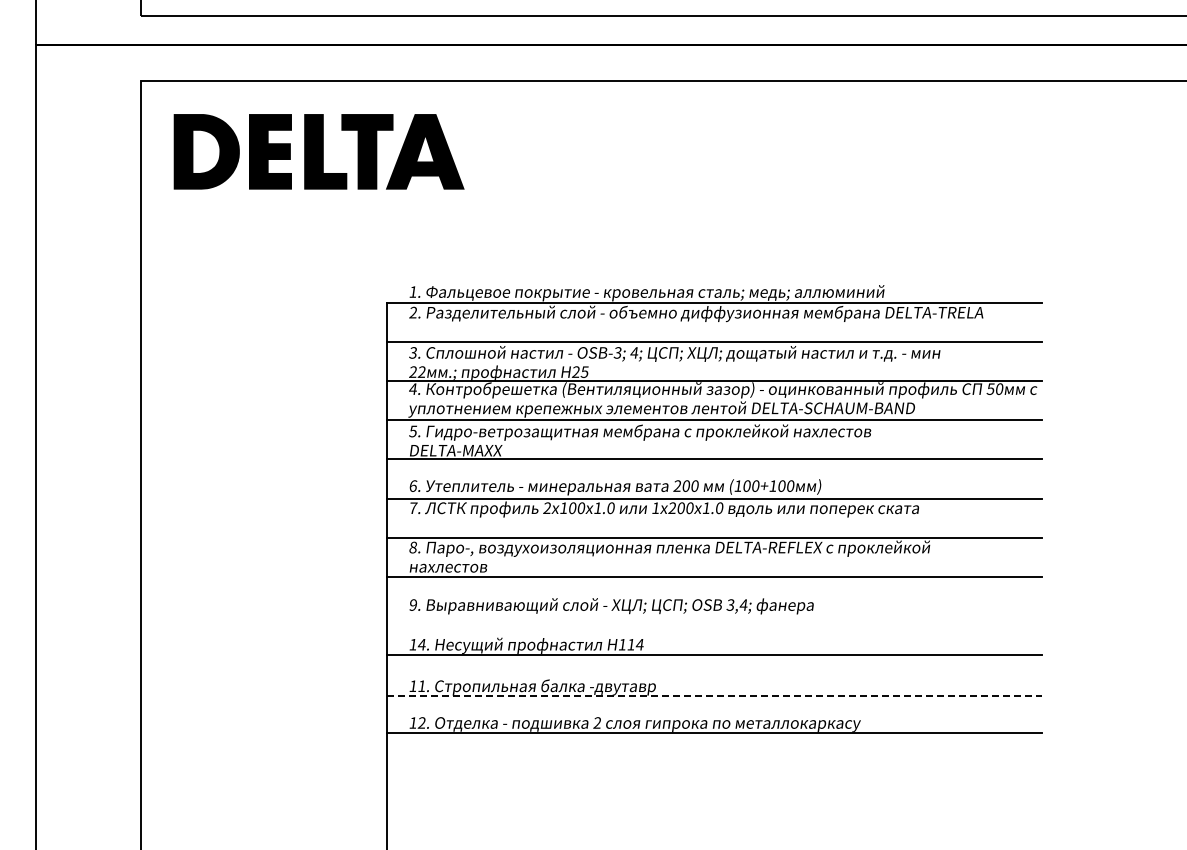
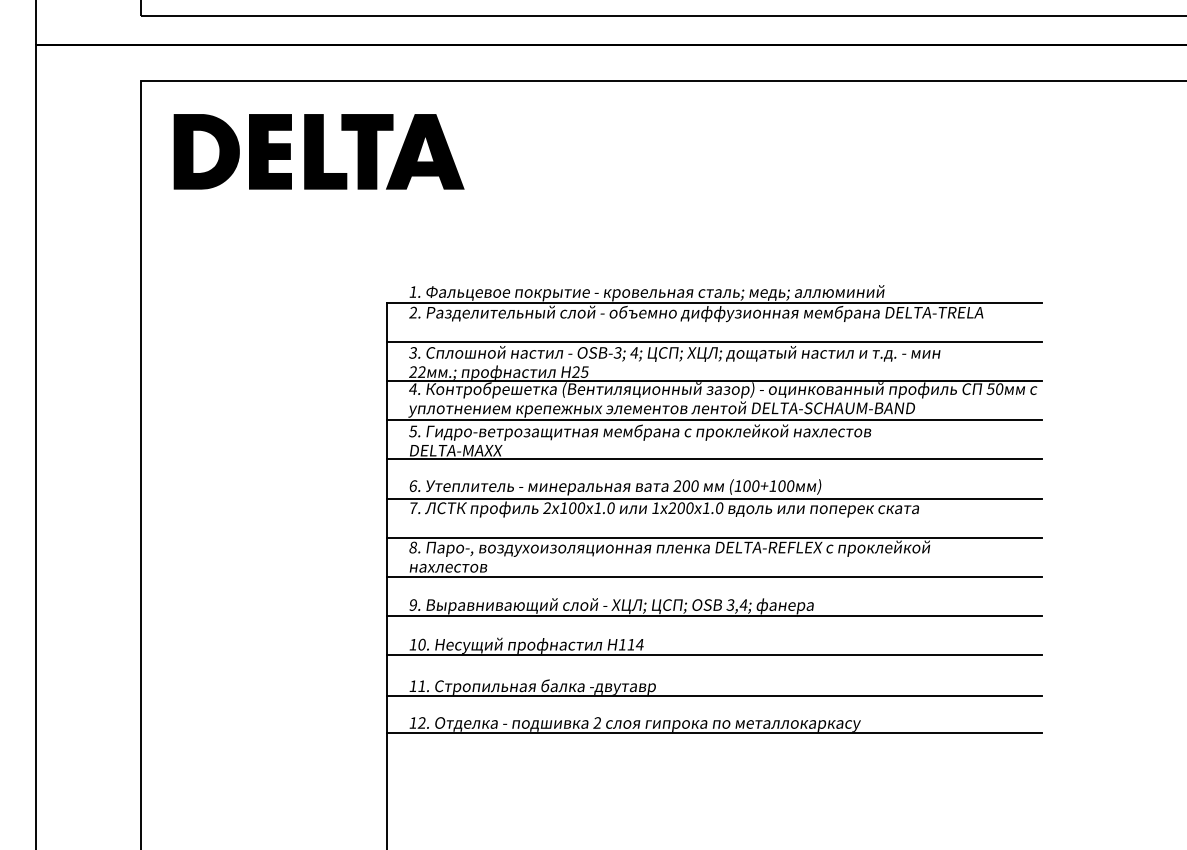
line at (713, 616): none -> present
text at (421, 644): 14. -> 10.
line at (714, 696): dashed -> solid
